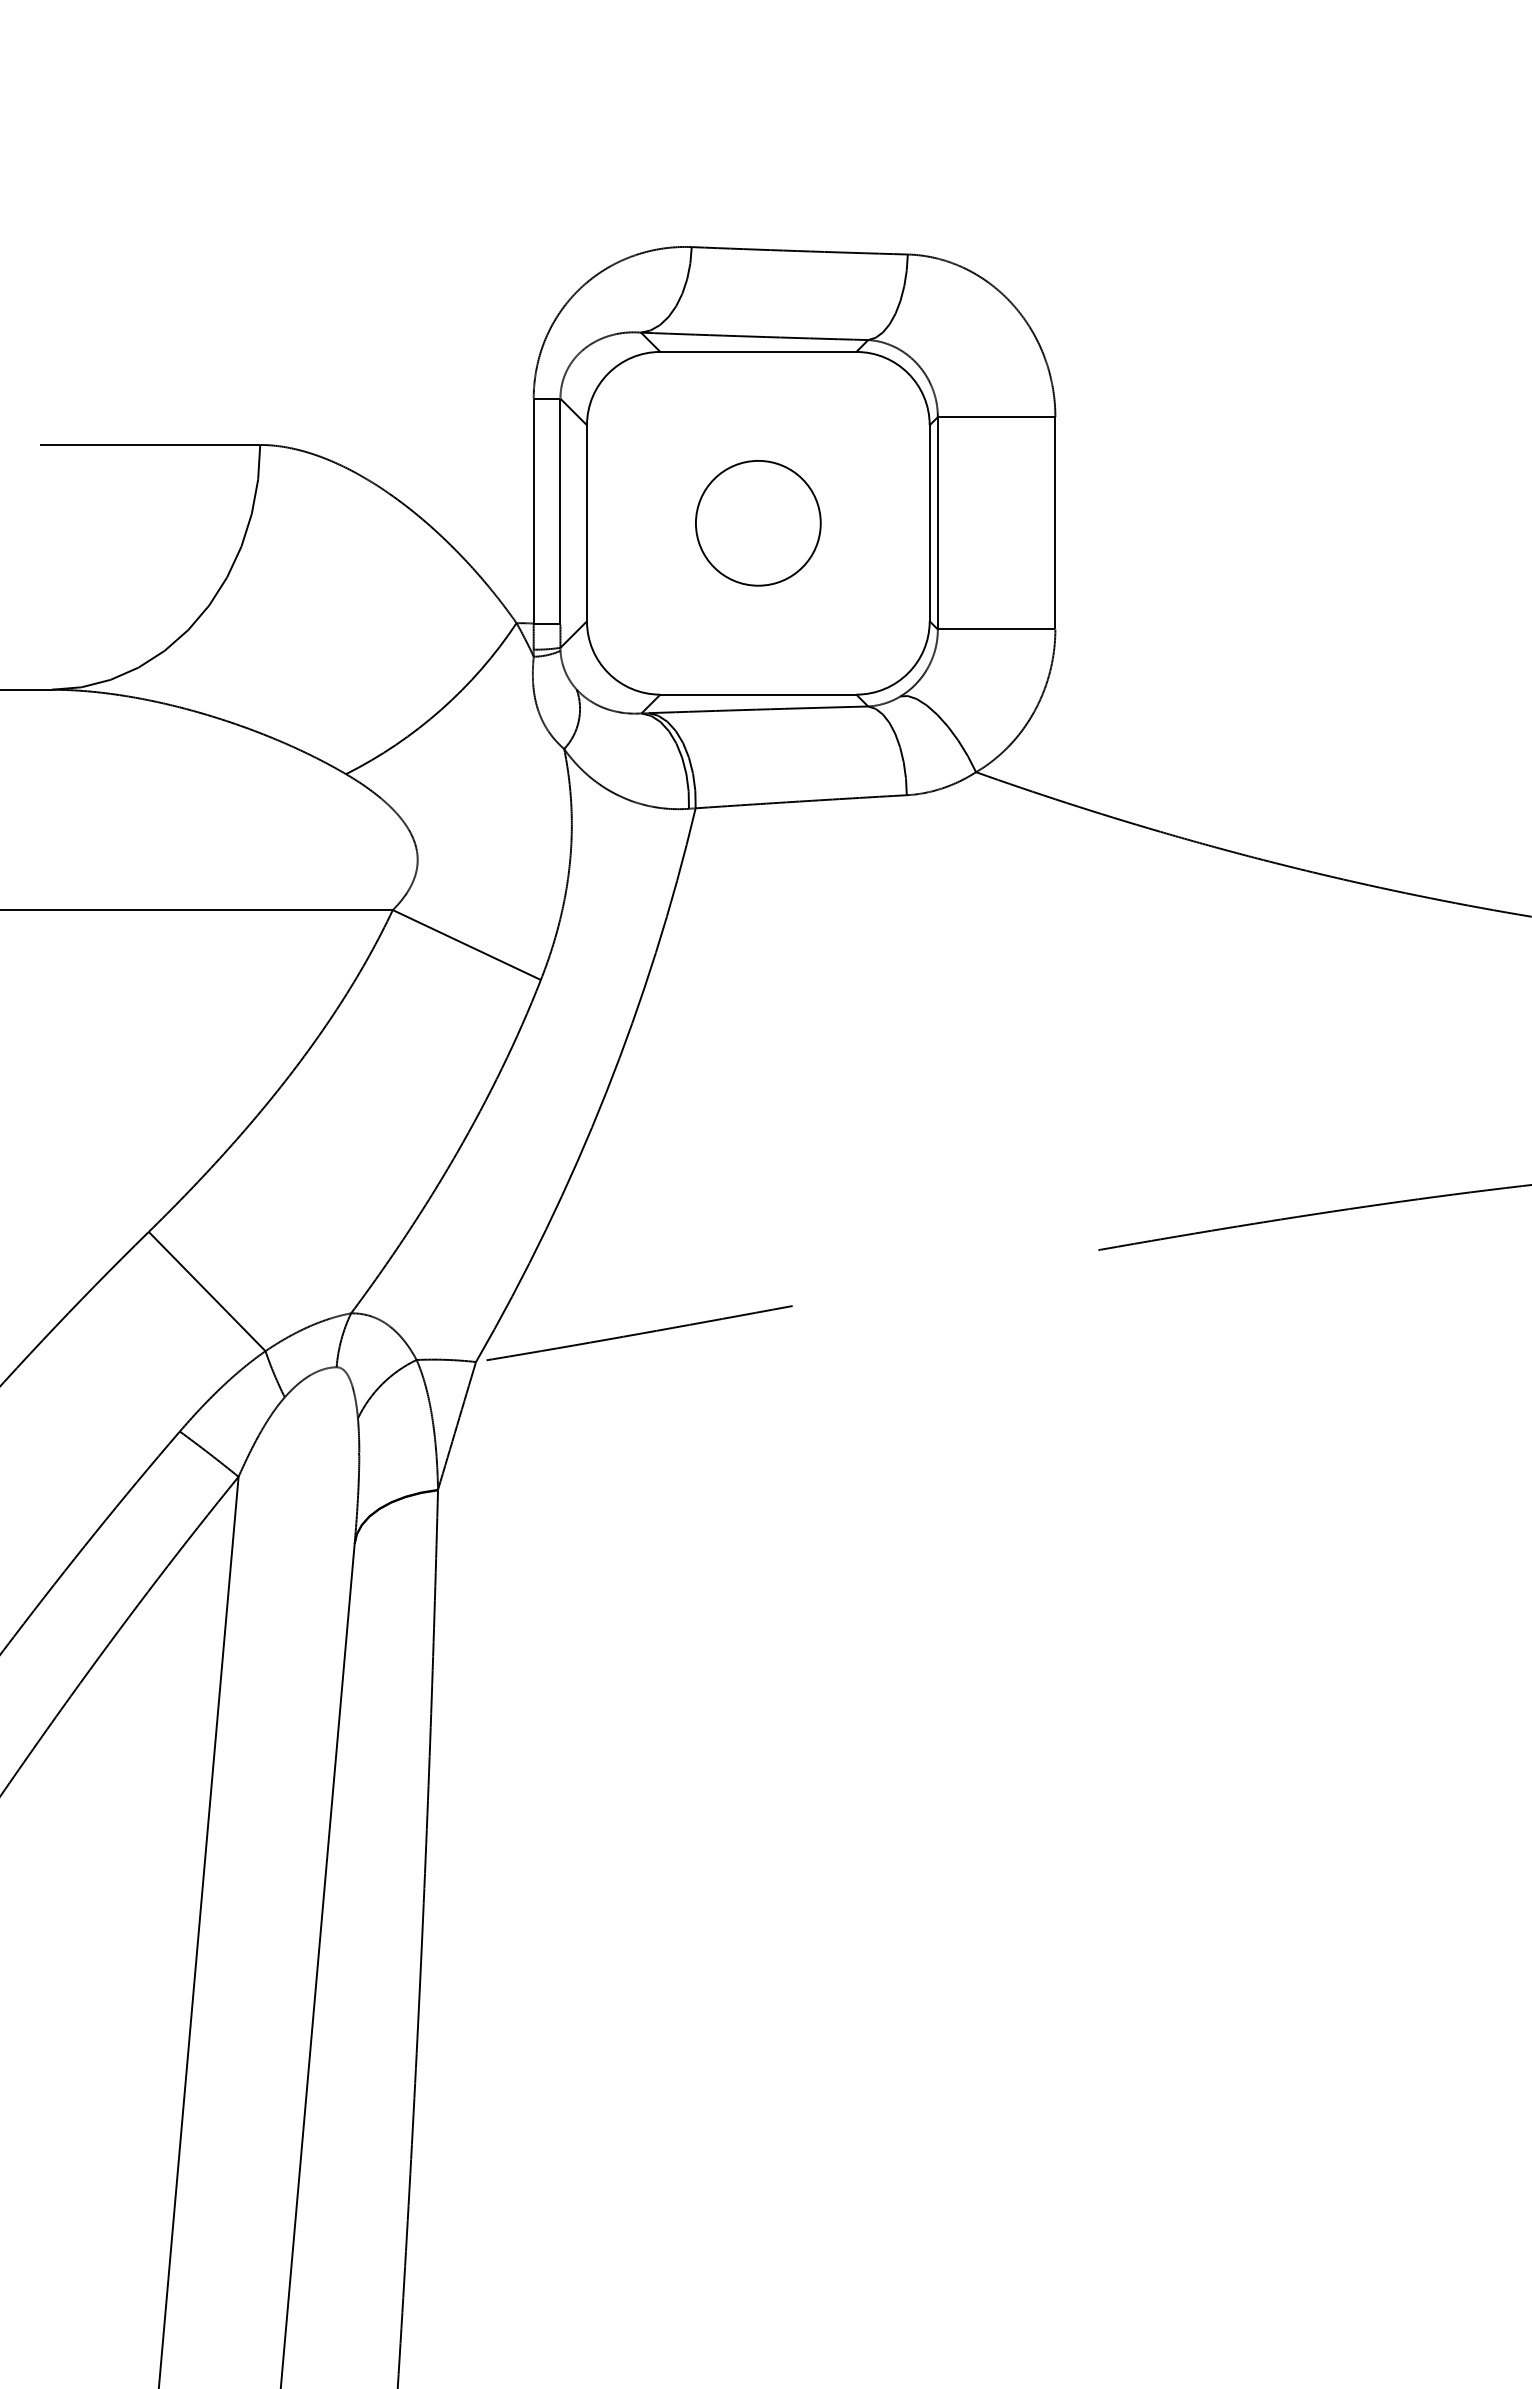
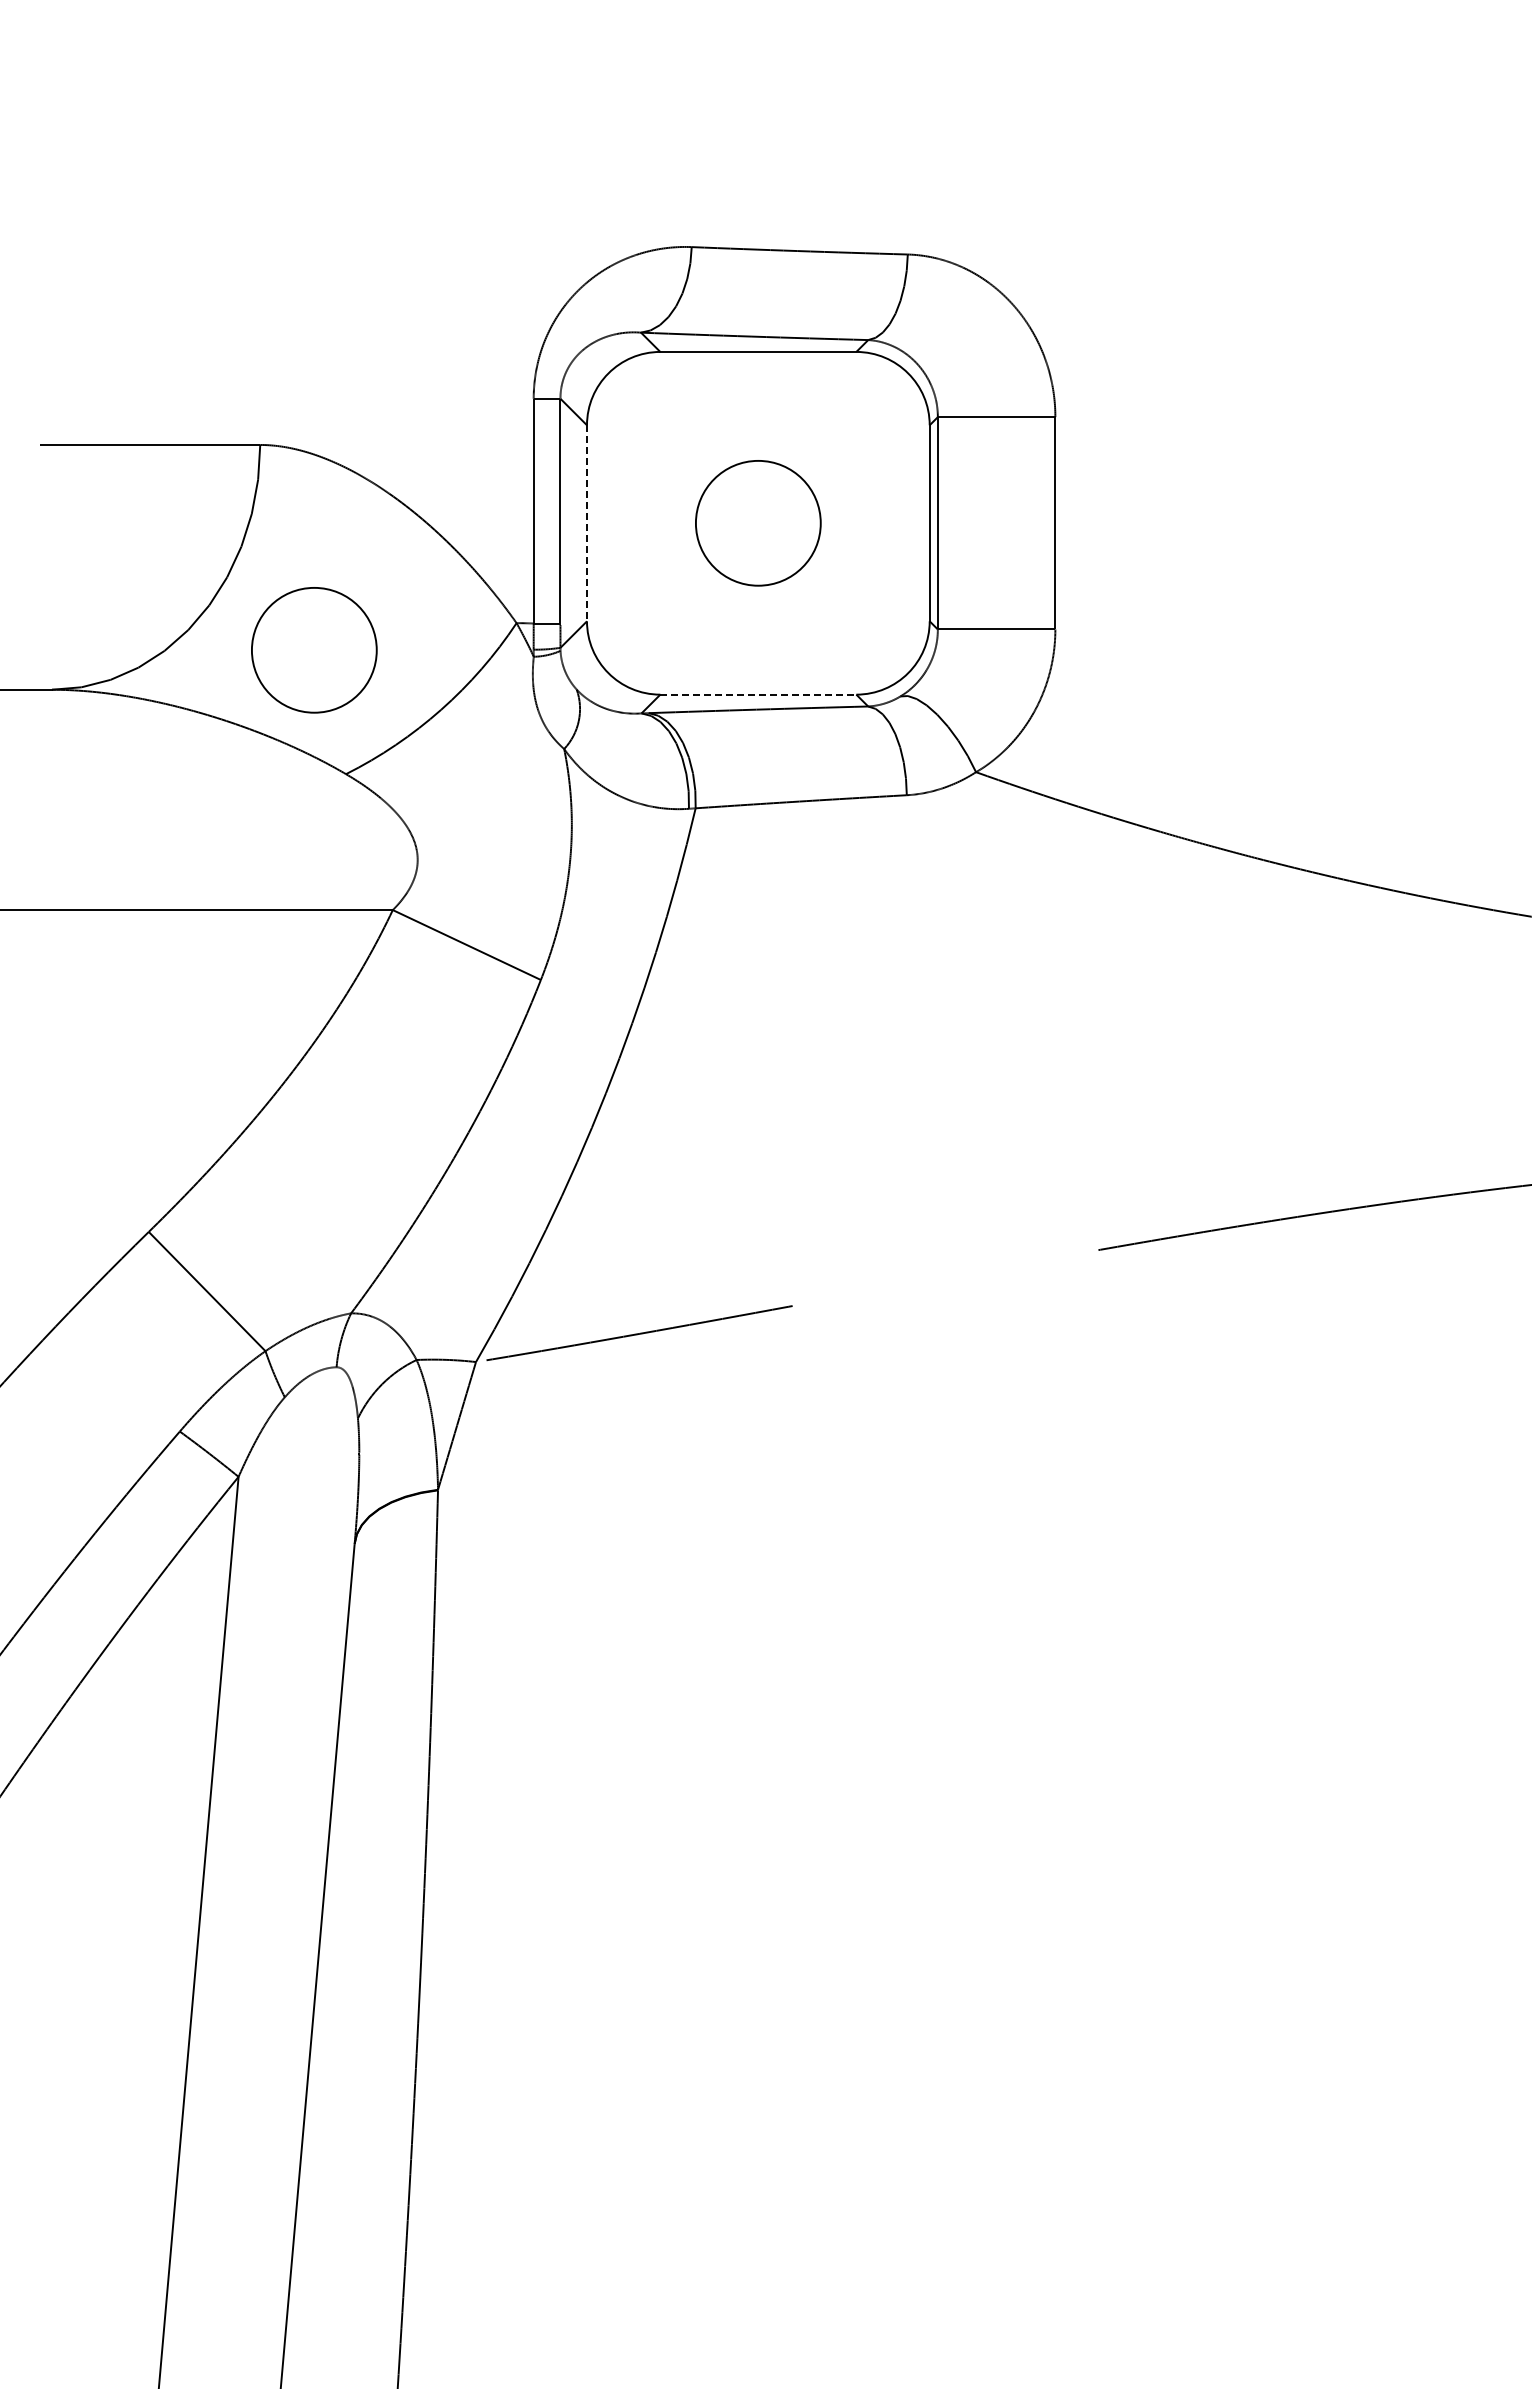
line at (587, 523): solid -> dashed
circle at (314, 650): none -> present
line at (758, 694): solid -> dashed
